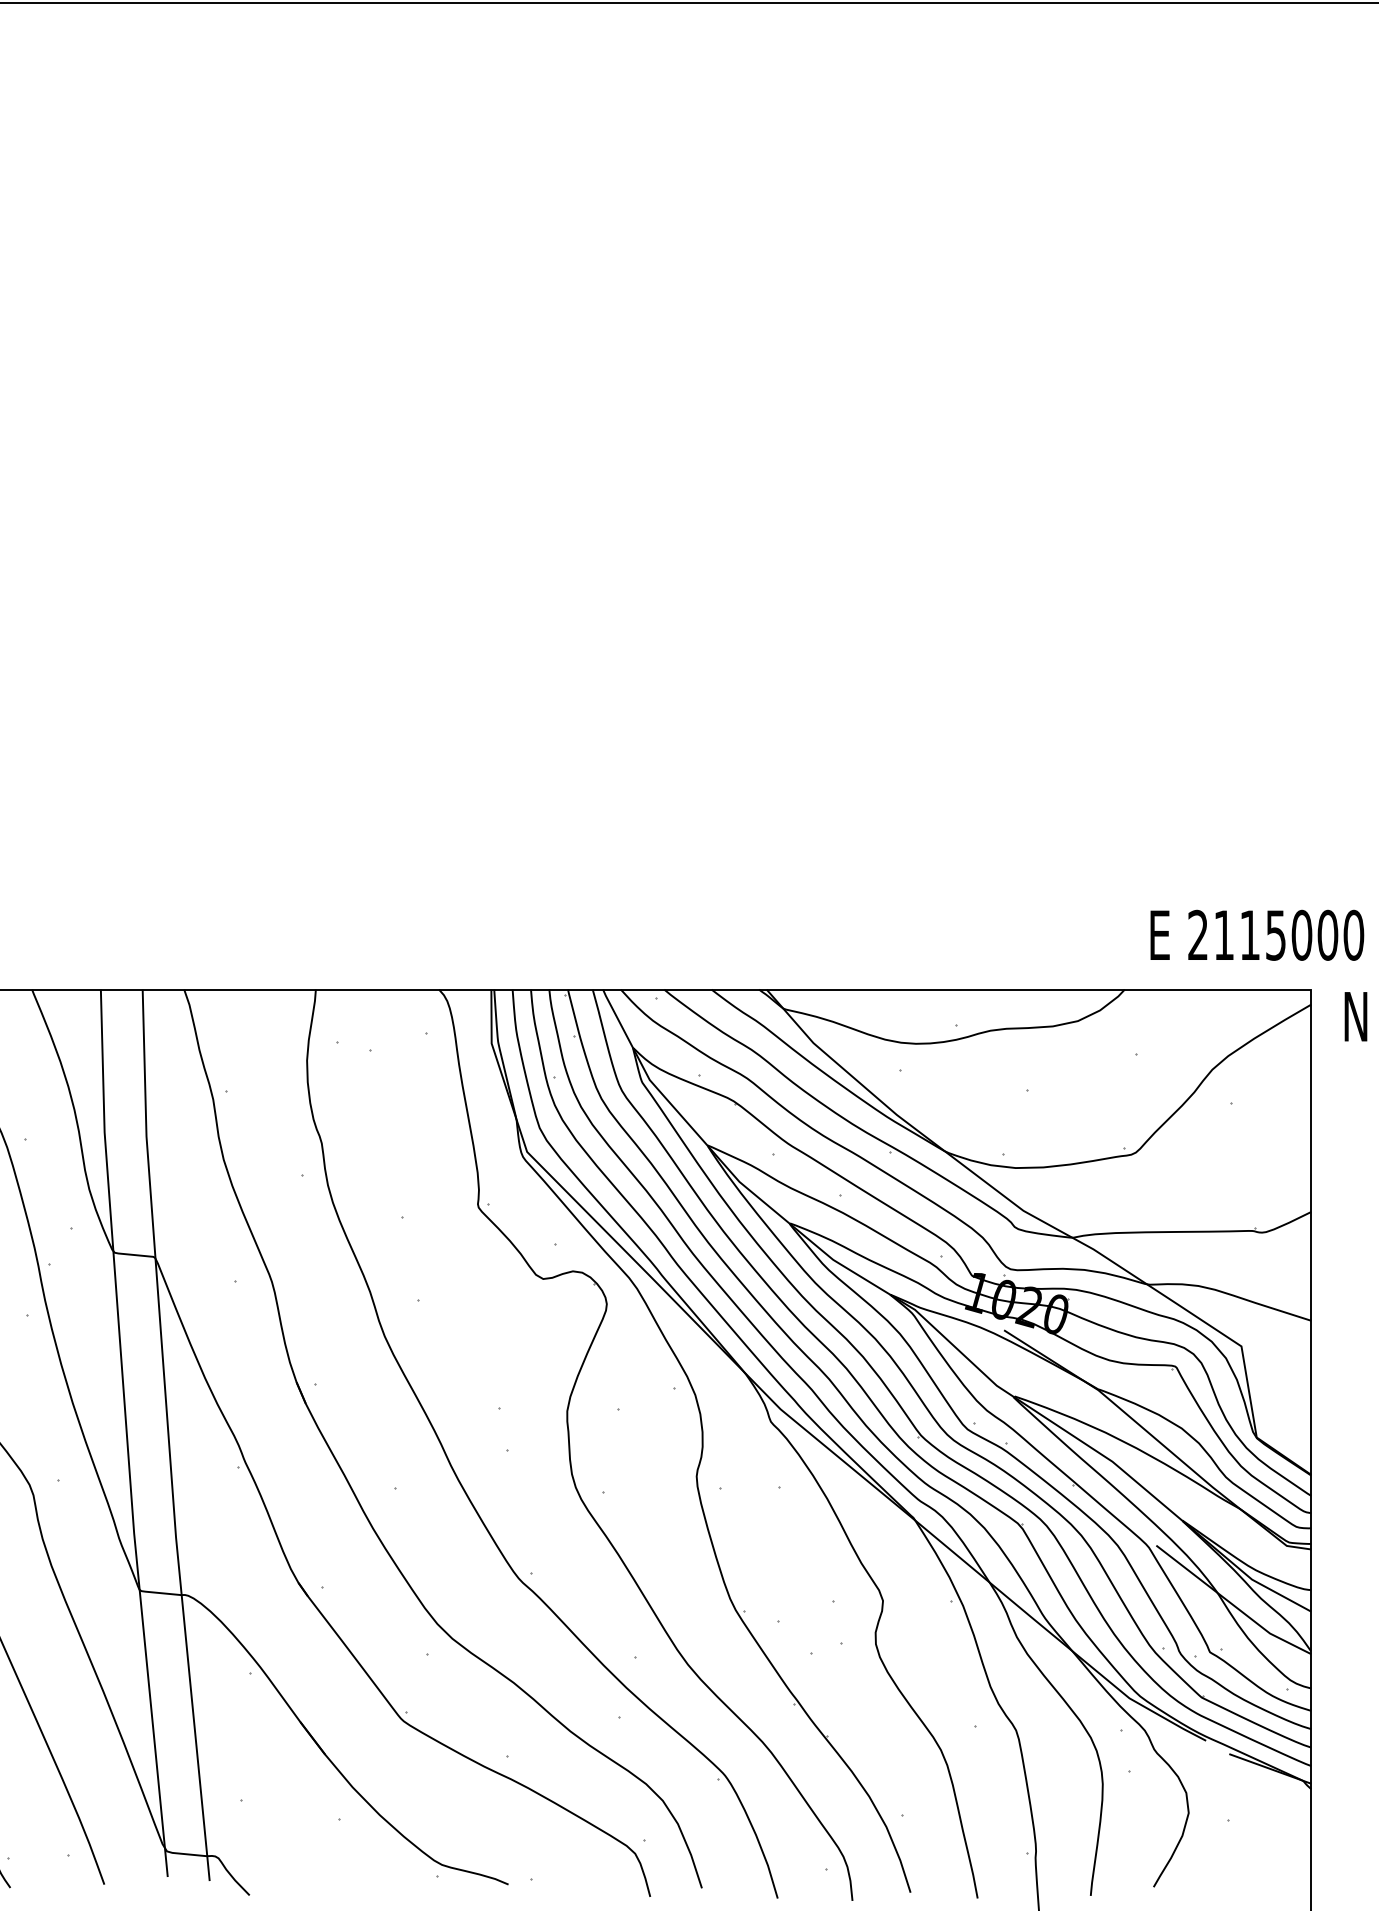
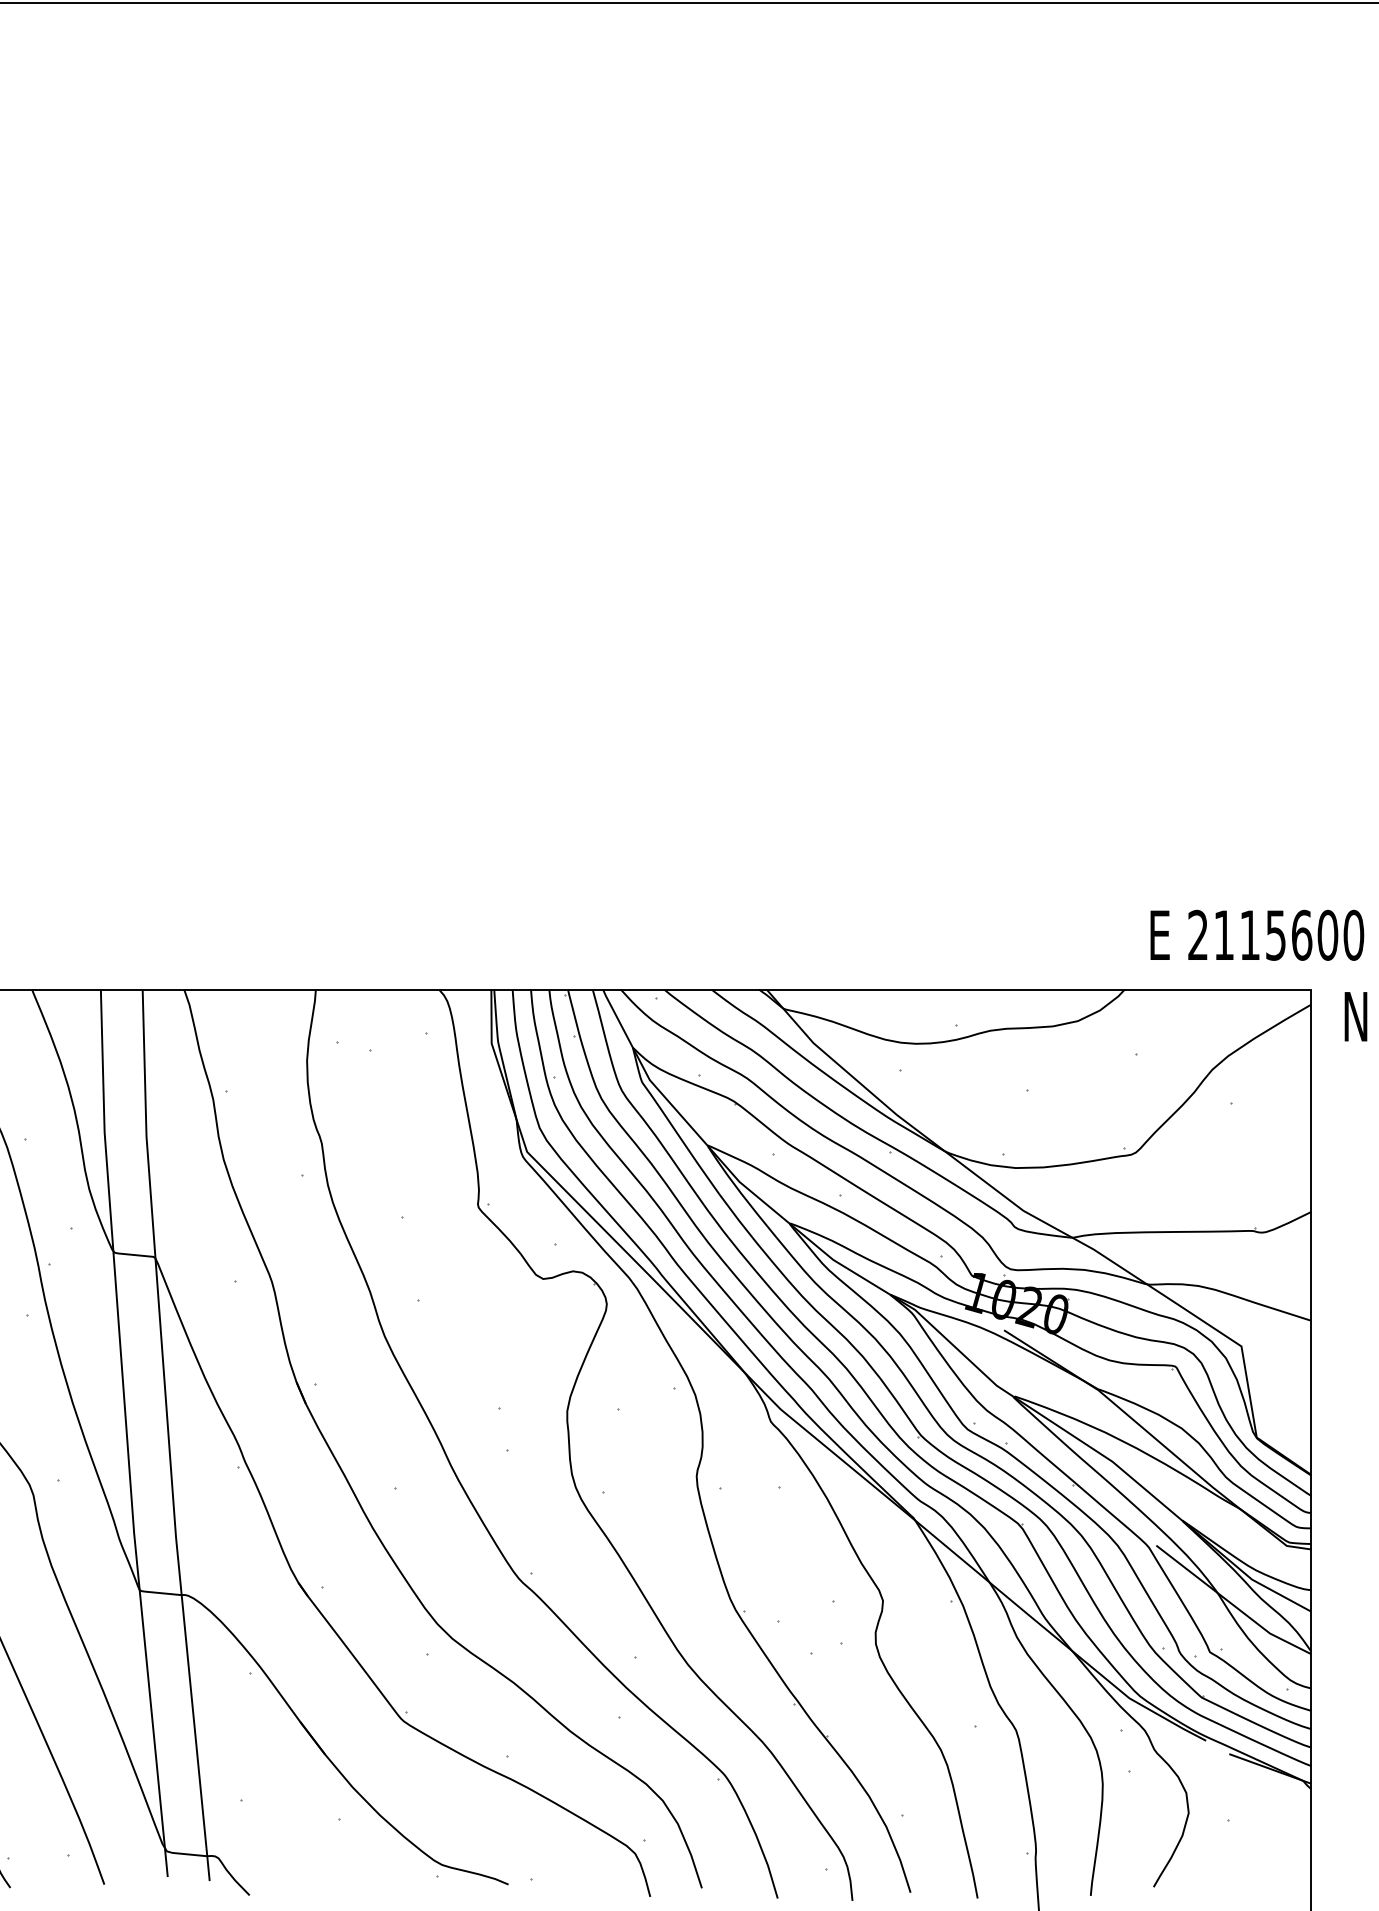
text at (1301, 934): 2115000 -> 2115600
